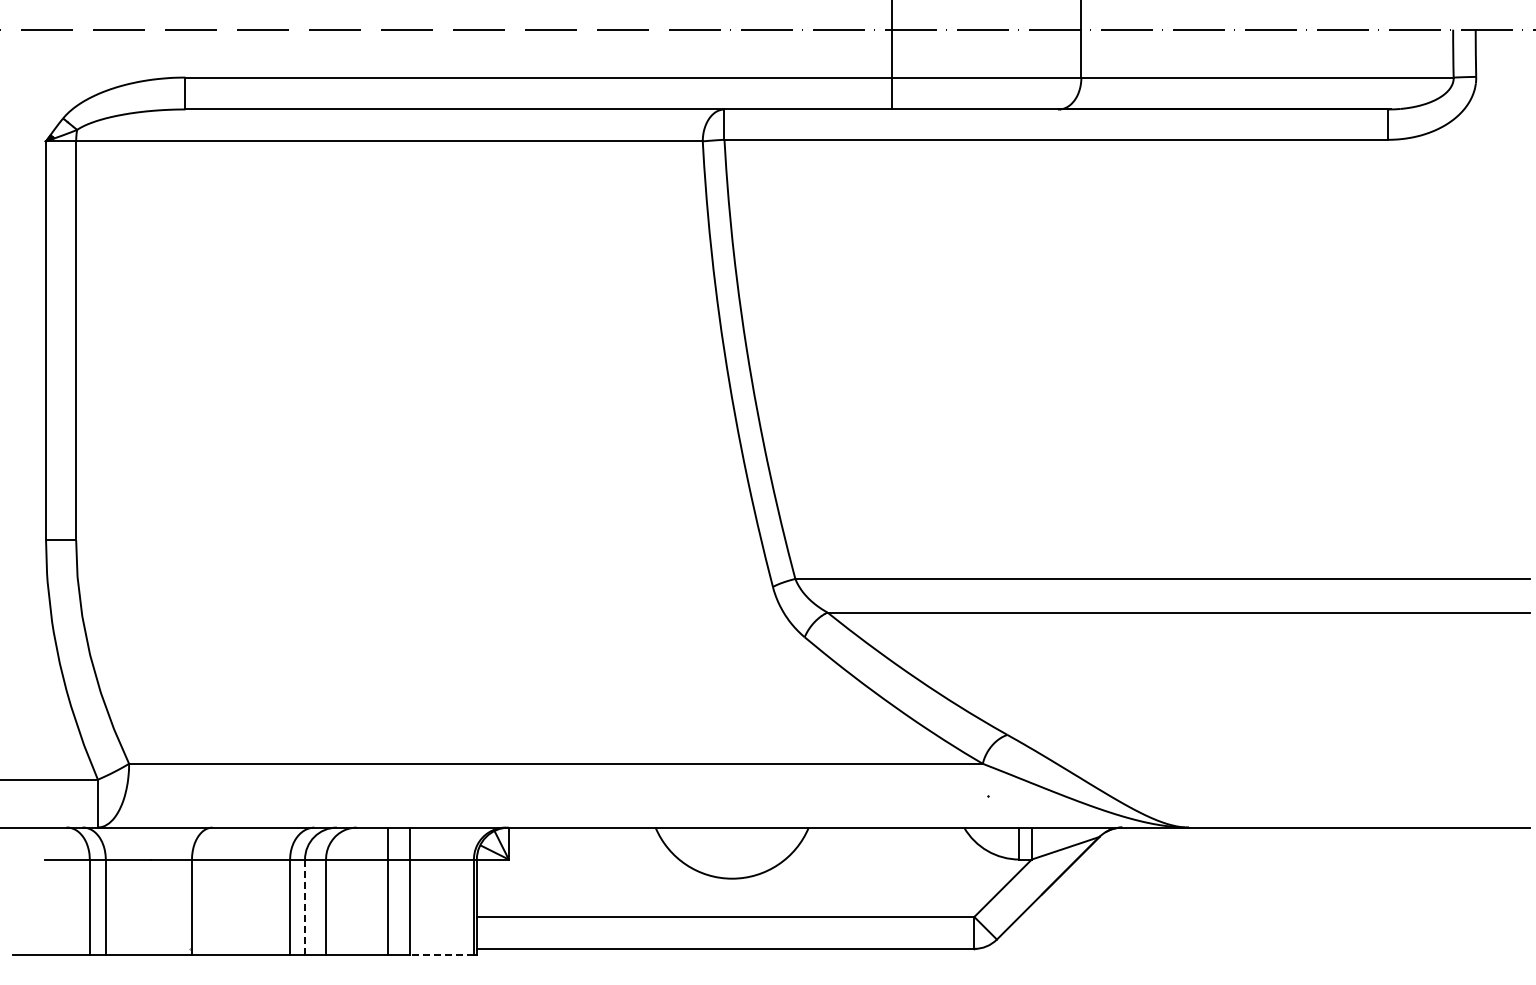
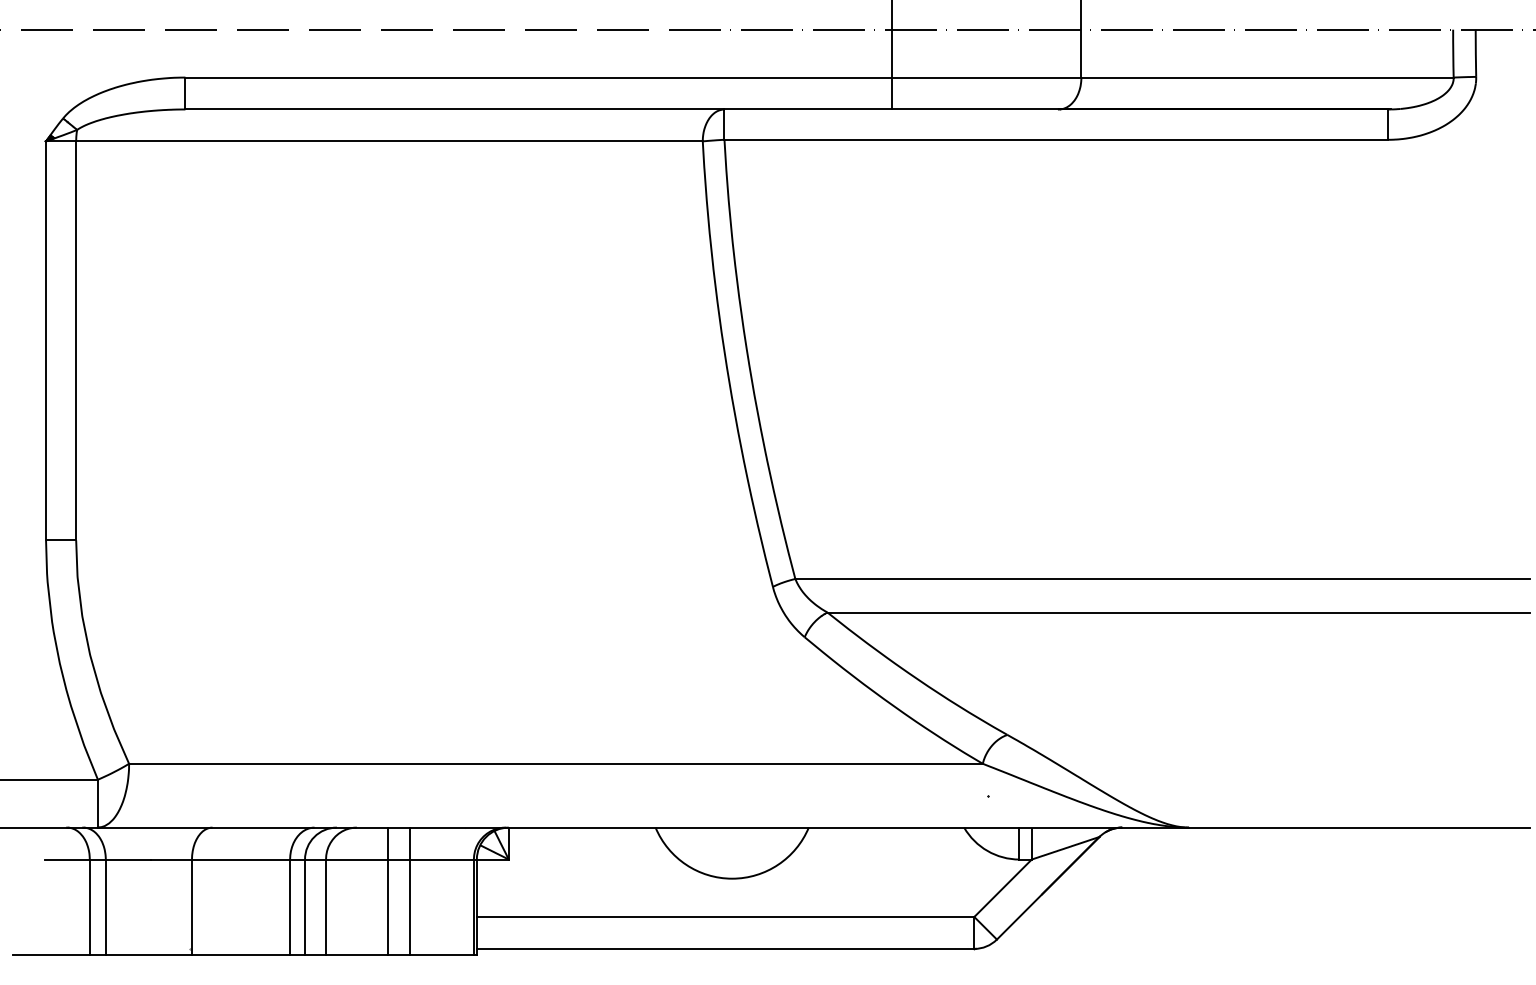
line at (305, 907): dashed -> solid
line at (442, 955): dashed -> solid
